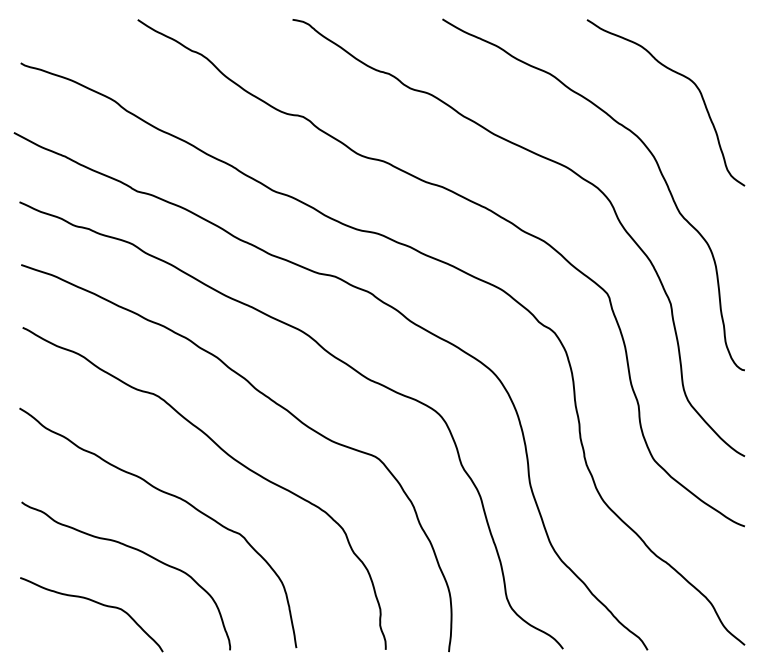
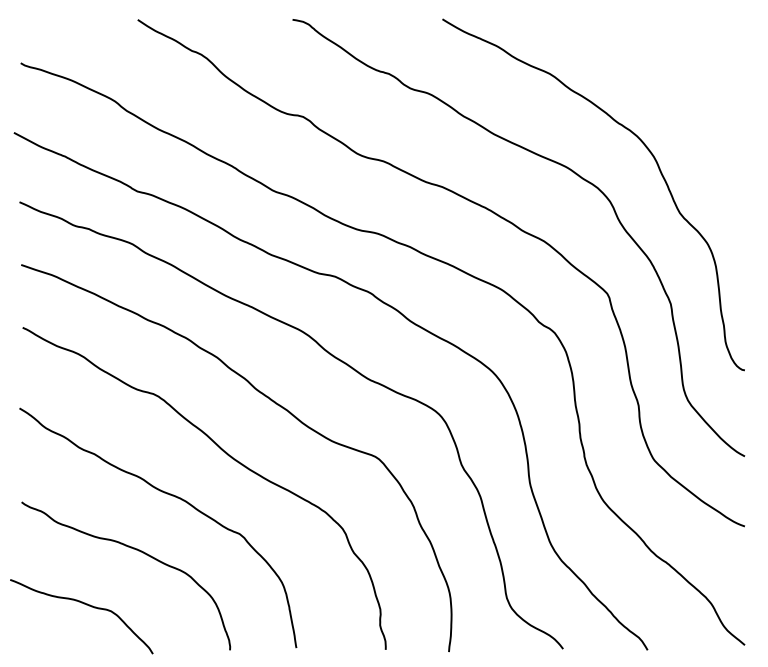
curve at (675, 73): present -> none
curve at (96, 603) position: (96, 603) -> (86, 605)
